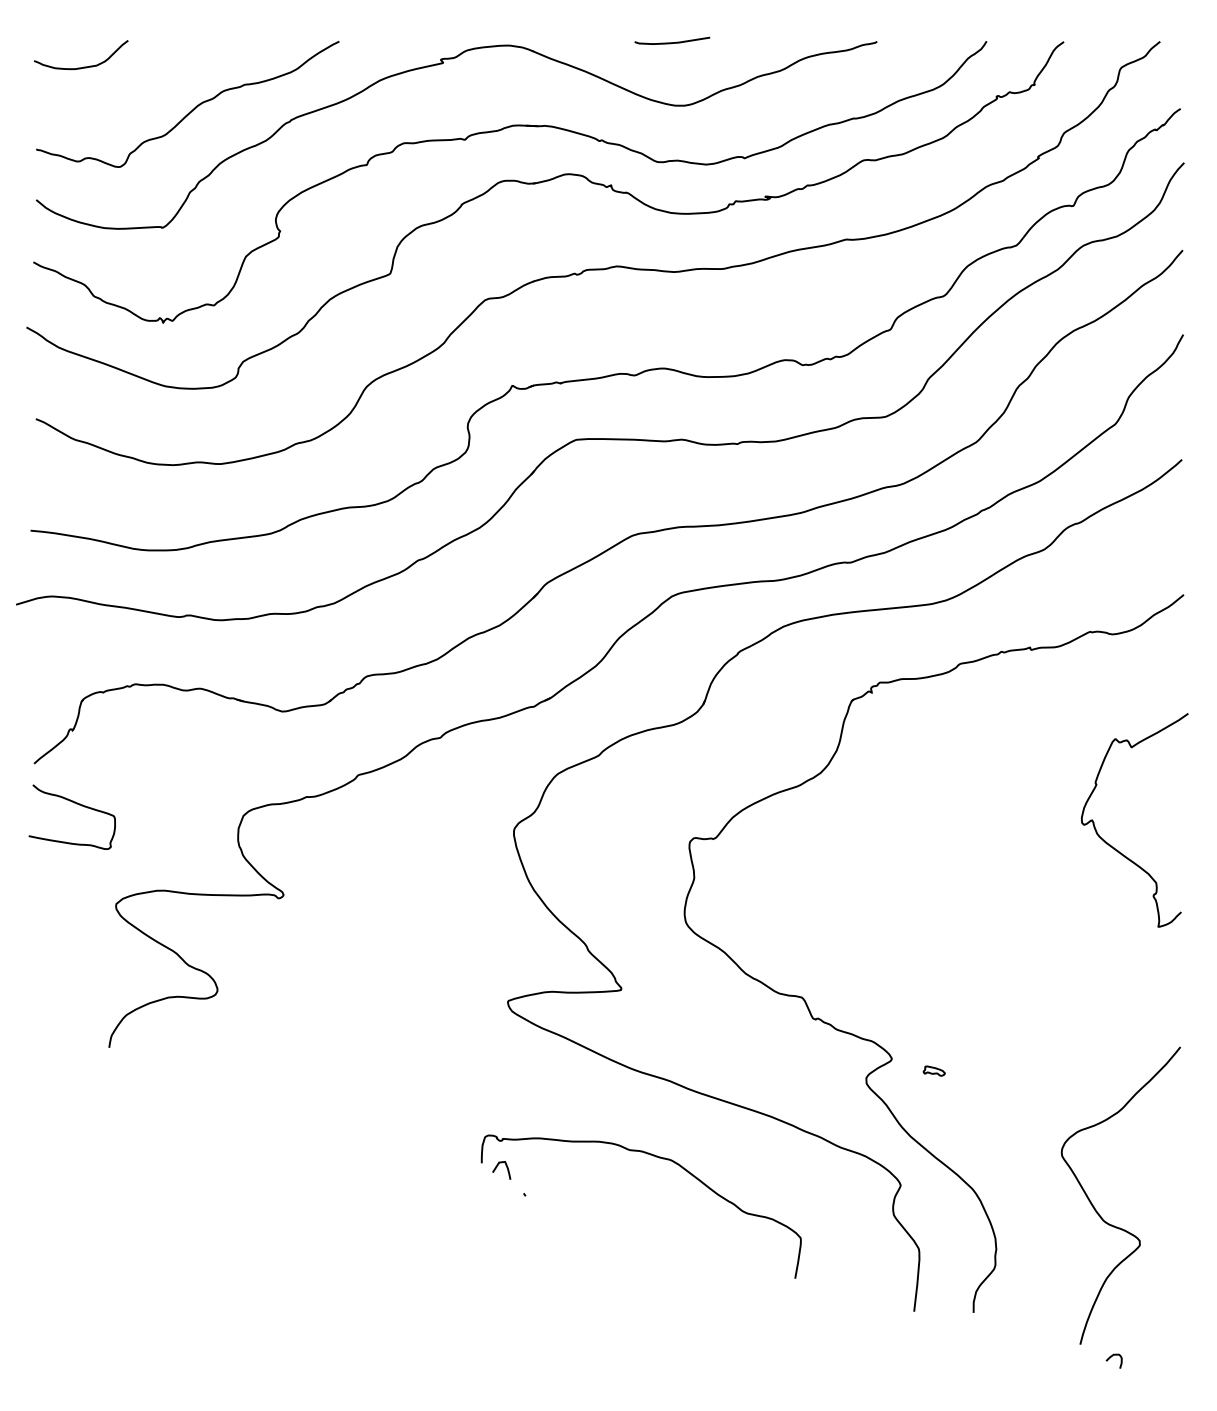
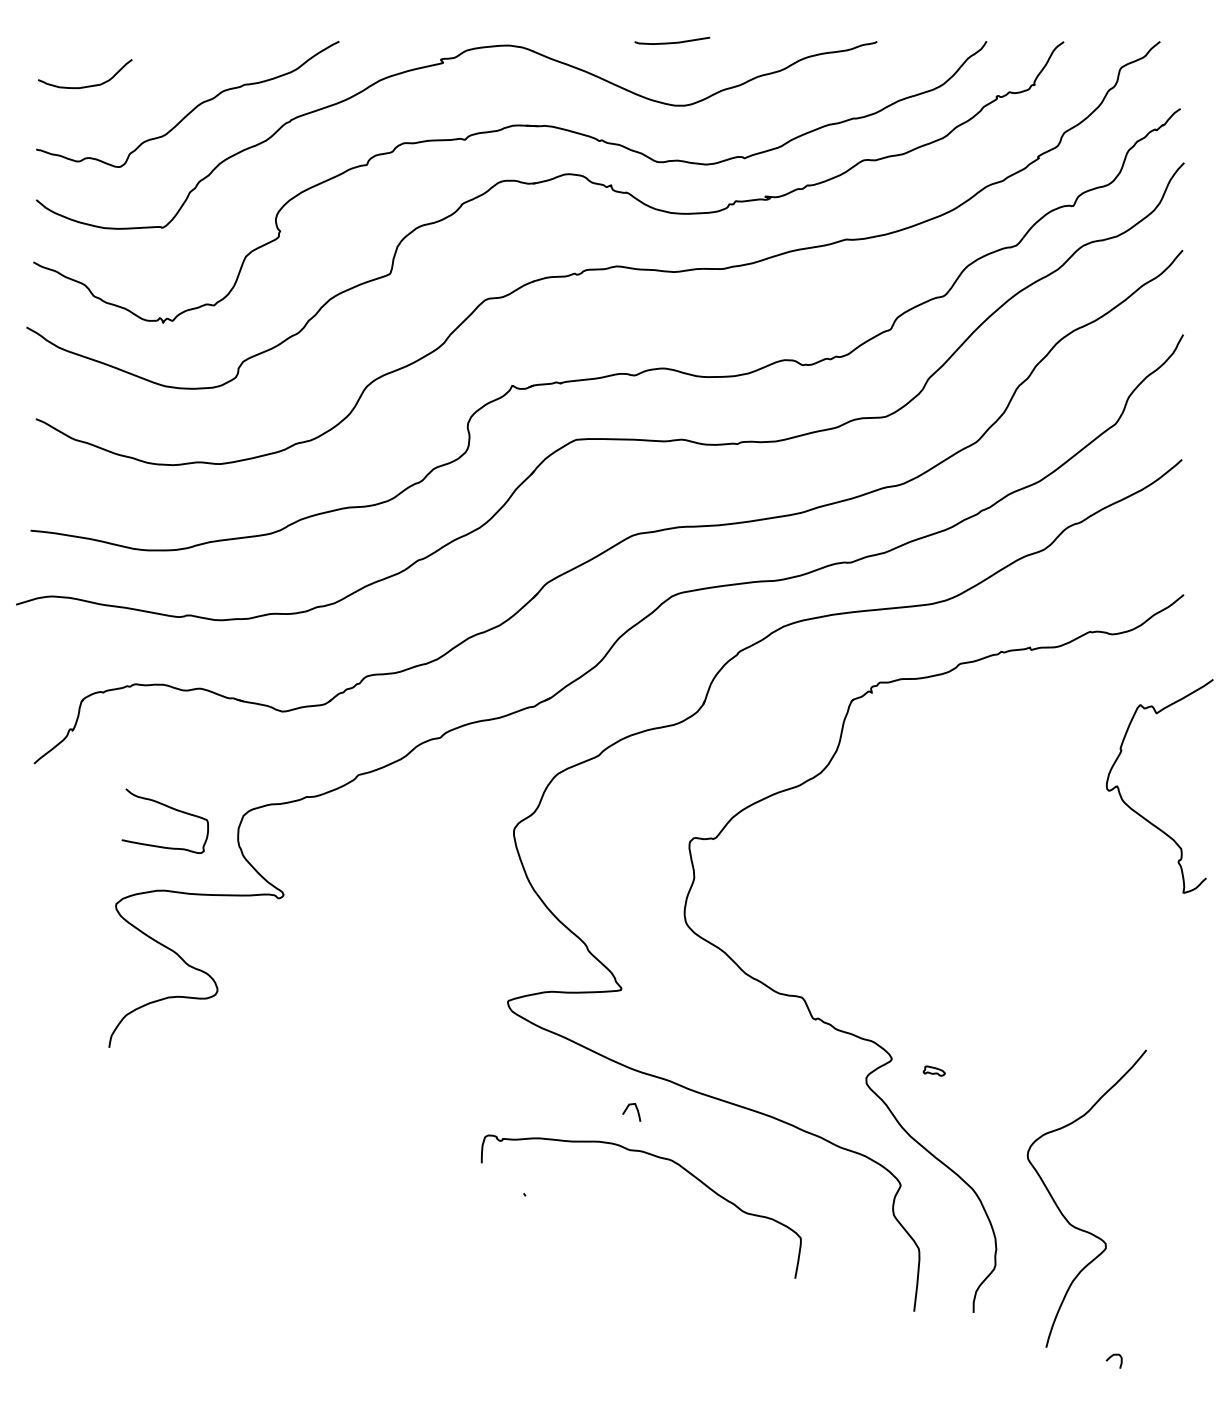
curve at (83, 66) position: (83, 66) -> (87, 85)
curve at (76, 804) position: (76, 804) -> (169, 808)
curve at (1114, 847) position: (1114, 847) -> (1139, 813)
curve at (497, 1167) position: (497, 1167) -> (627, 1109)
curve at (1099, 1213) position: (1099, 1213) -> (1065, 1216)
